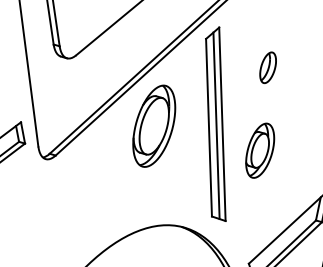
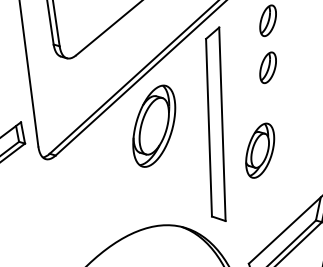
part at (267, 20): none -> present
line at (216, 125): present -> none
